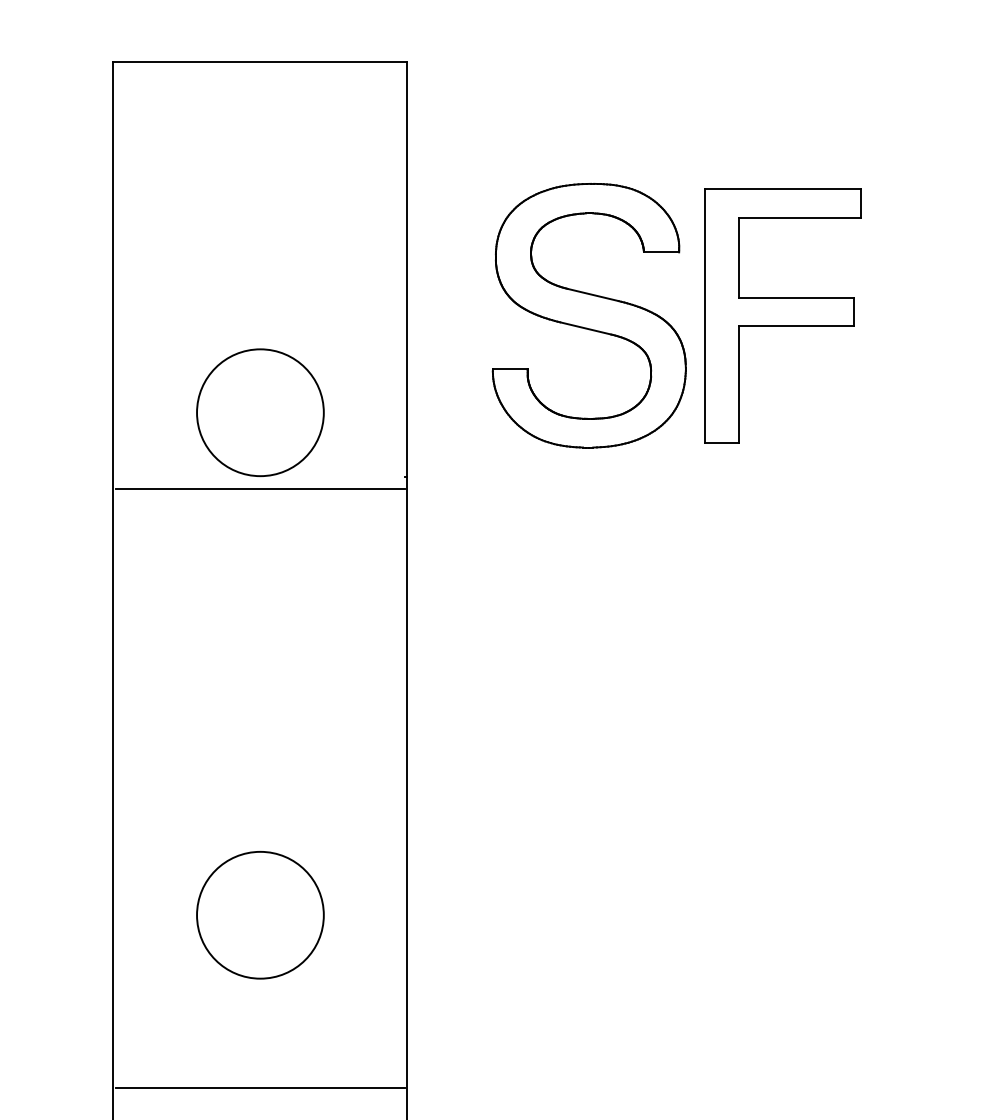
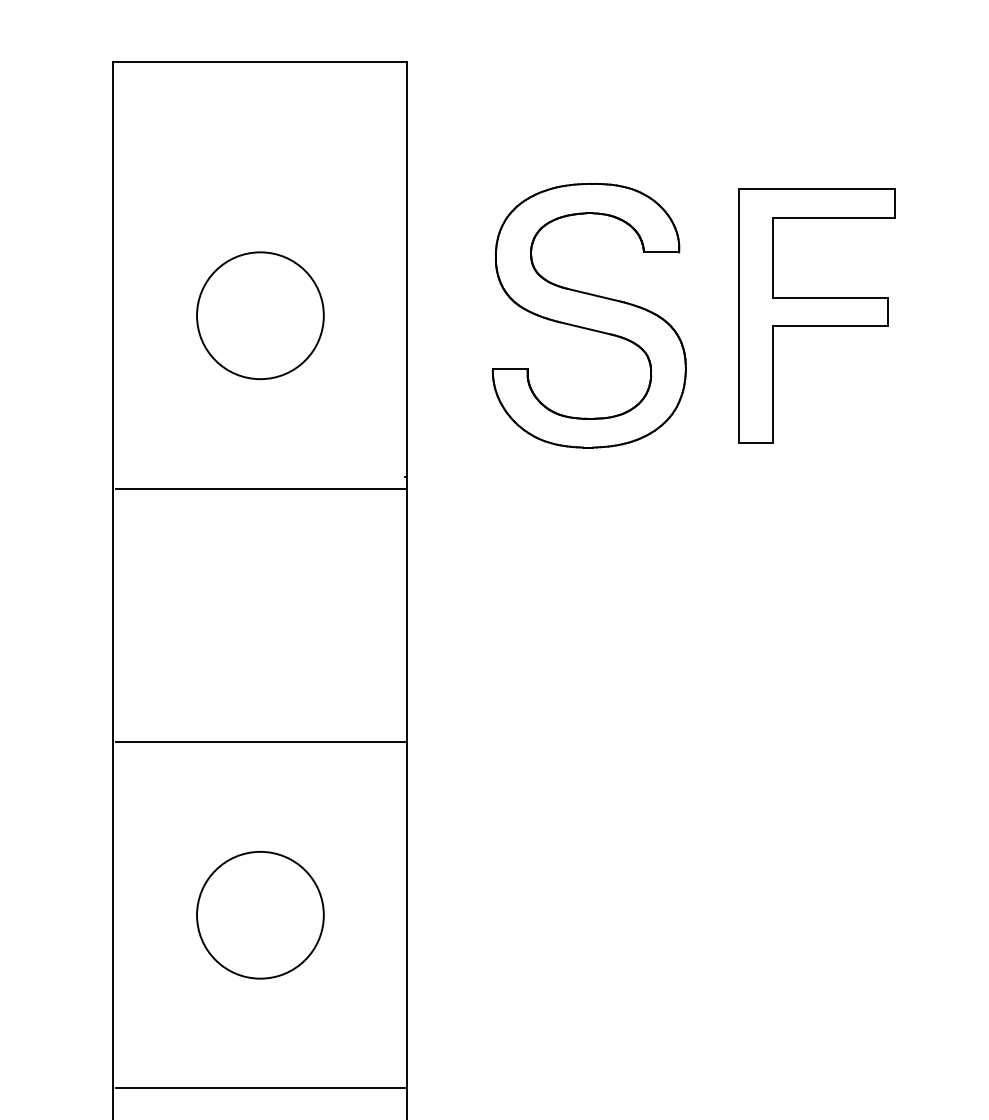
part at (782, 315) position: (782, 315) -> (816, 315)
circle at (260, 412) position: (260, 412) -> (260, 315)
line at (260, 742): none -> present
